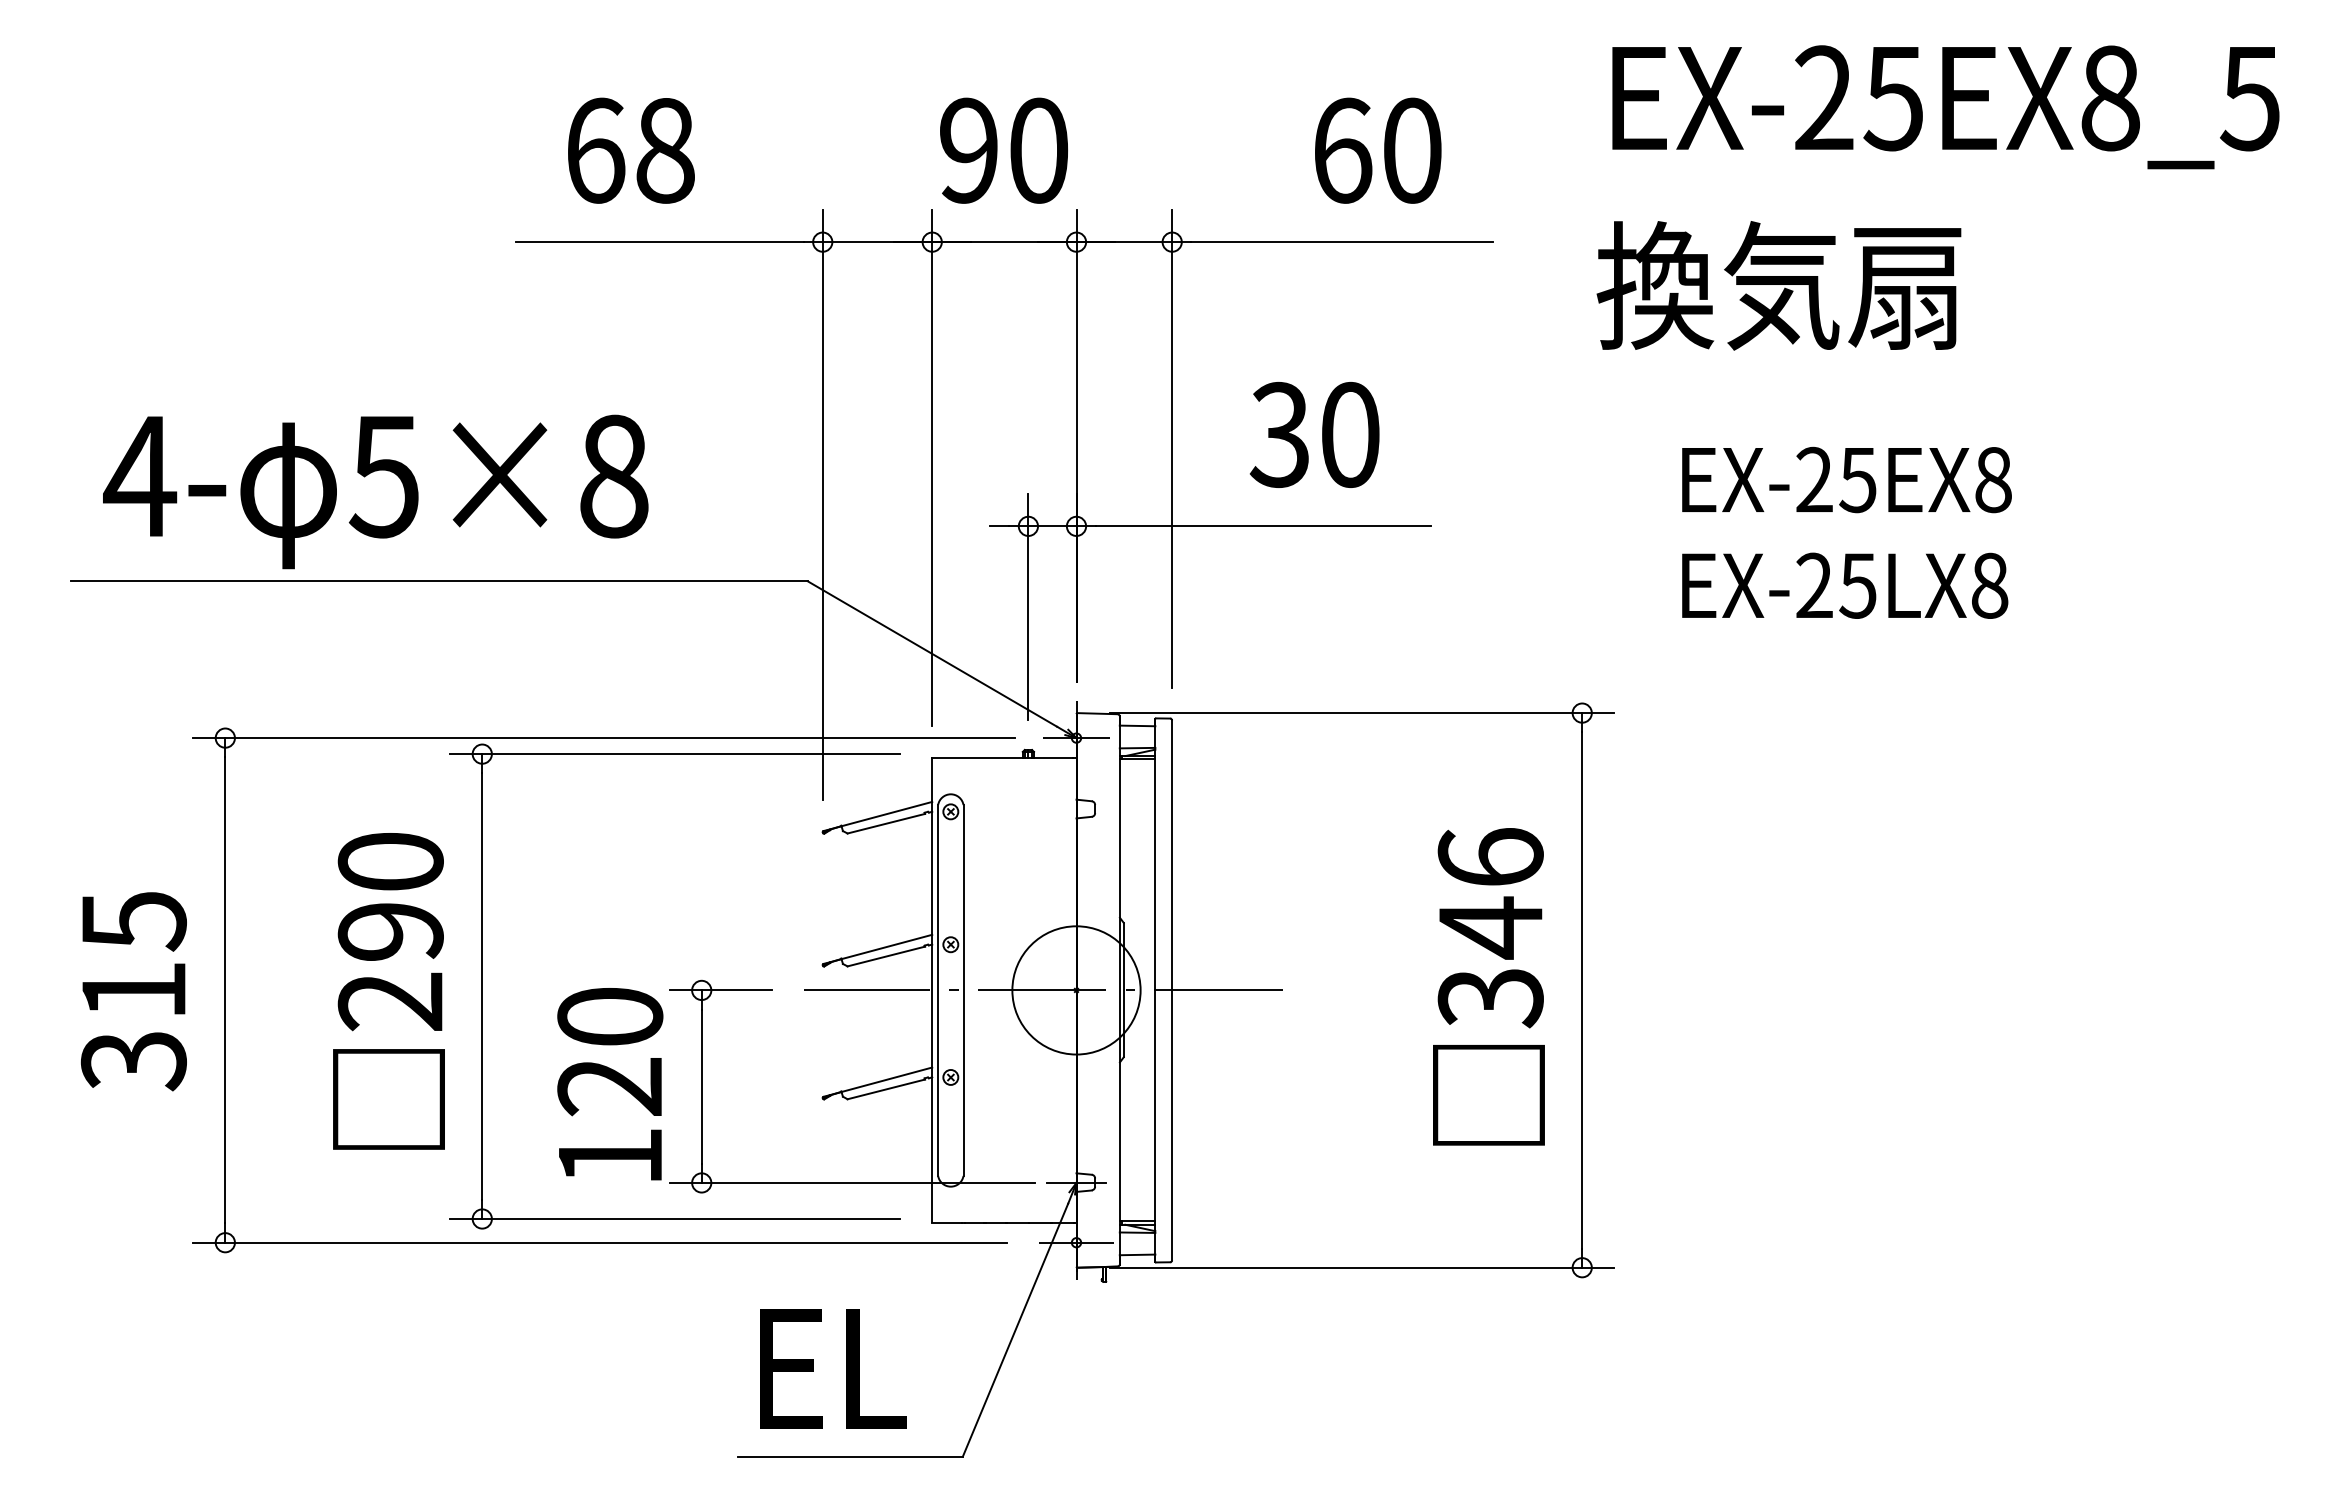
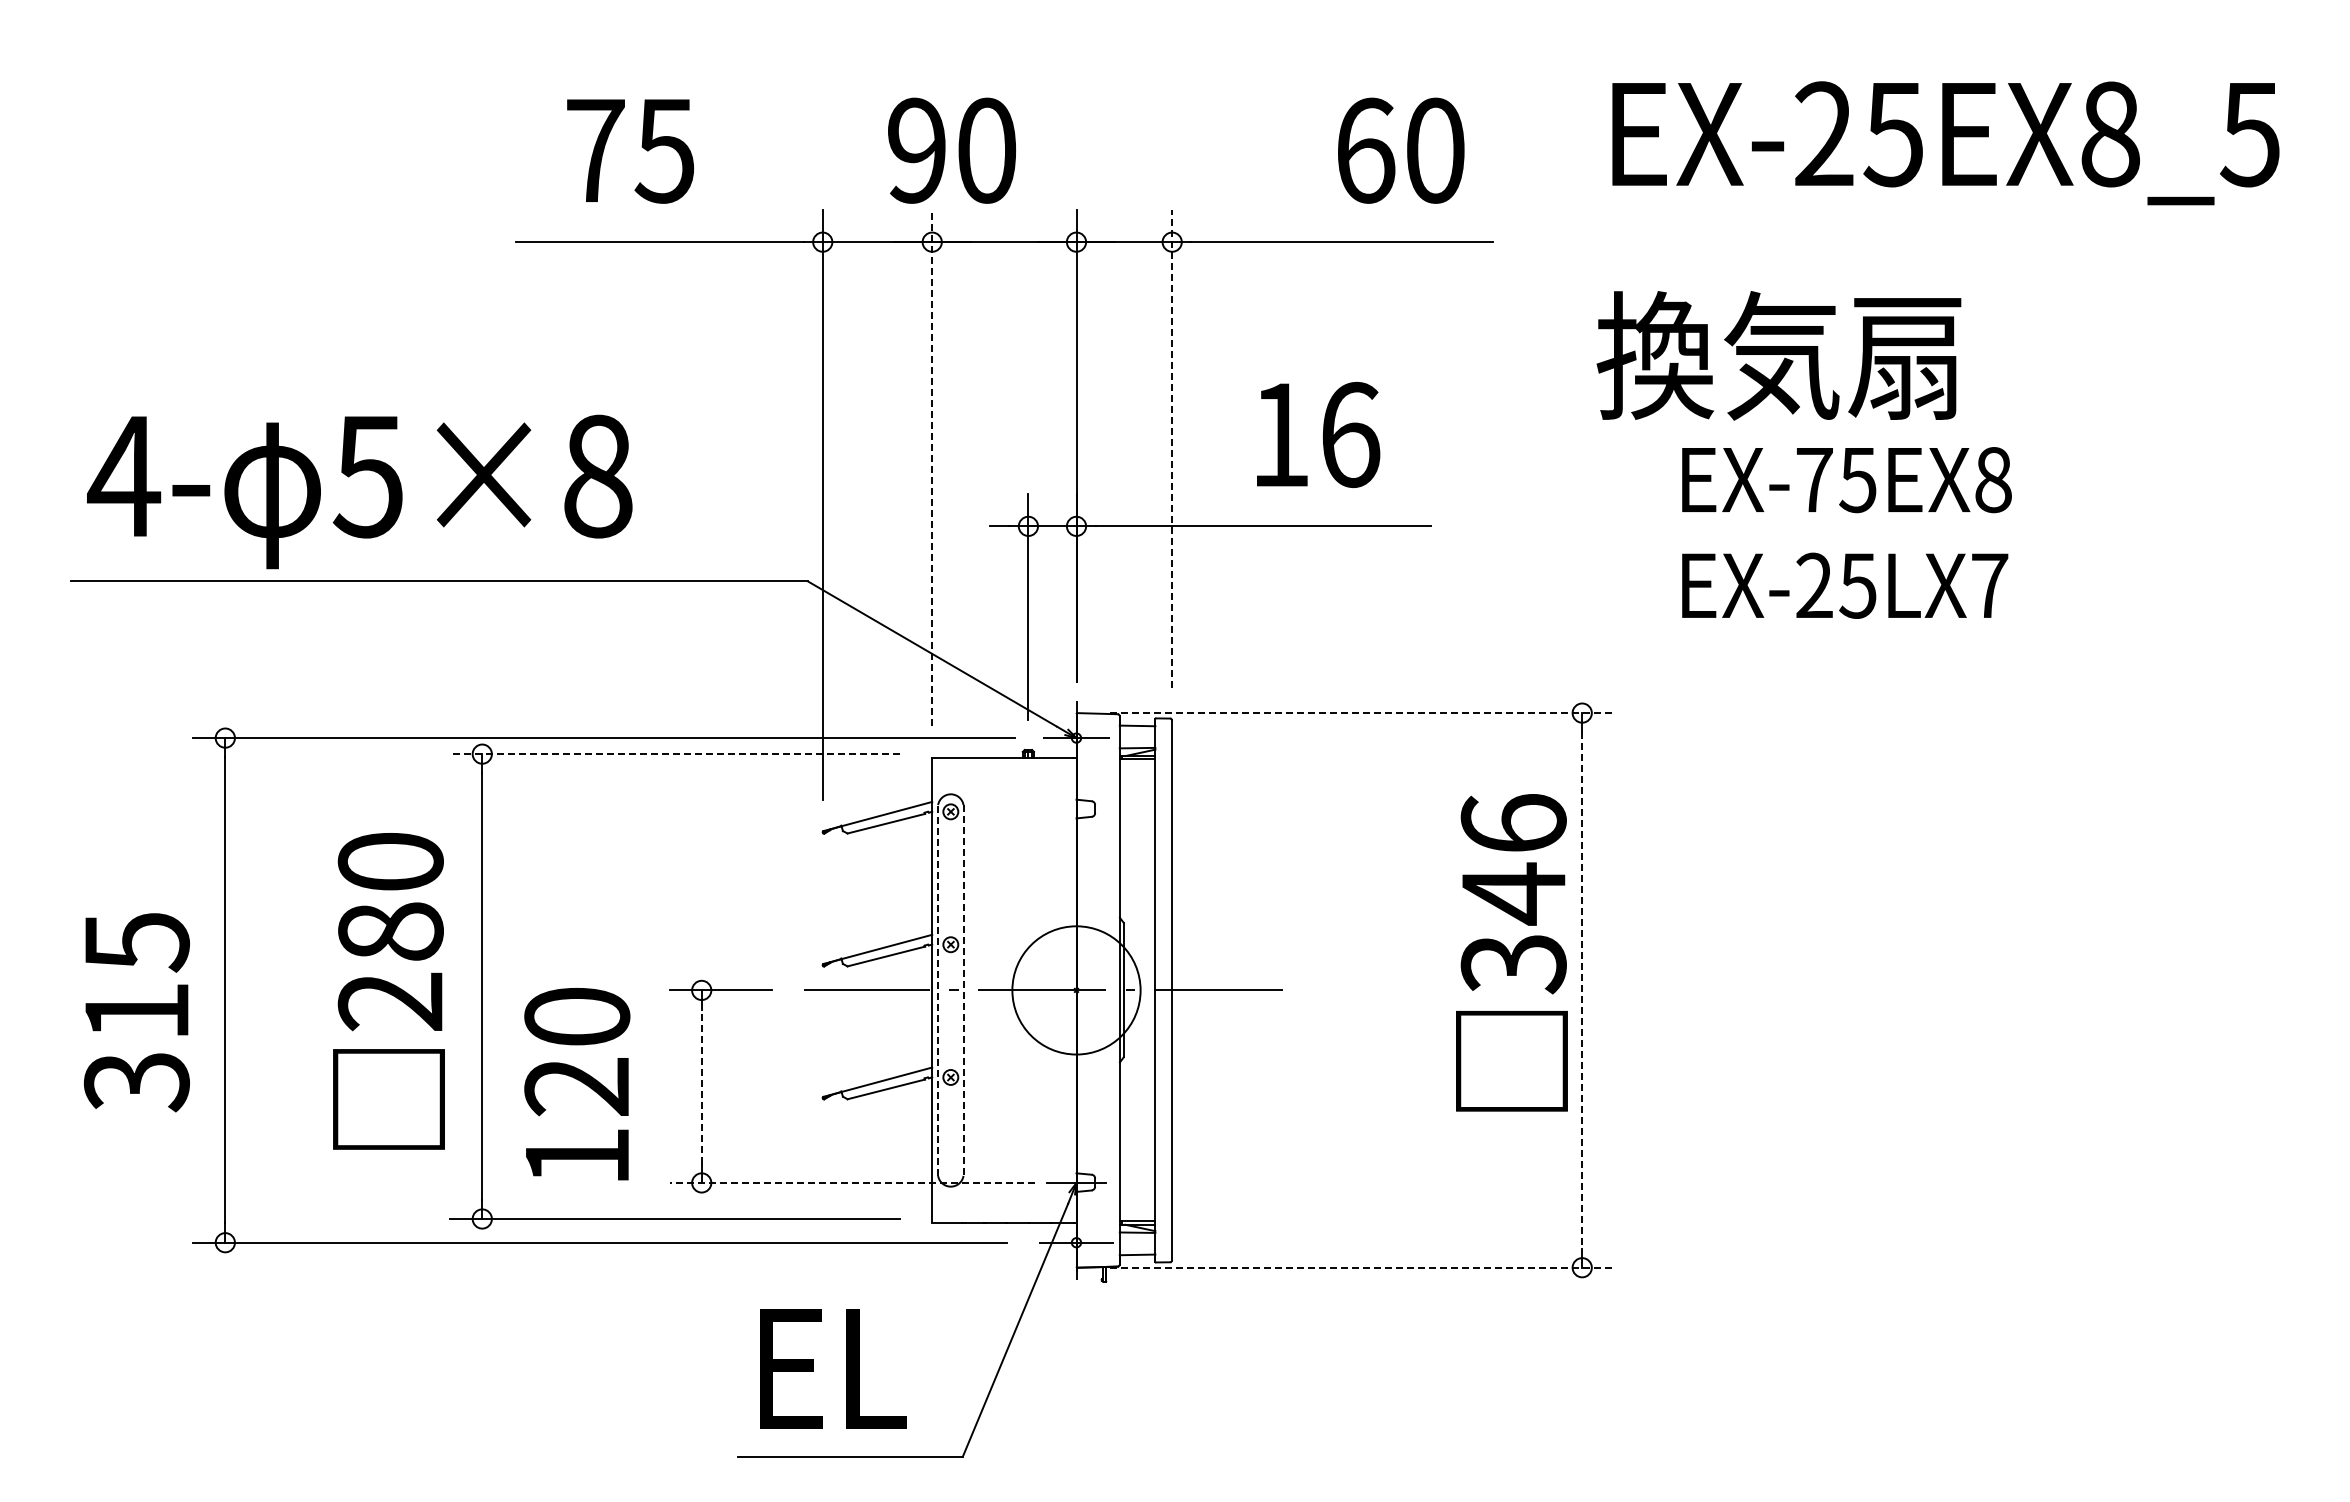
text at (1945, 107) position: (1945, 107) -> (1945, 143)
text at (630, 150): 68 -> 75
text at (1003, 150) position: (1003, 150) -> (951, 150)
text at (1378, 150) position: (1378, 150) -> (1401, 150)
text at (1778, 285) position: (1778, 285) -> (1778, 355)
text at (1314, 434): 30 -> 16
line at (1172, 448): solid -> dashed
line at (932, 468): solid -> dashed
text at (1814, 479): EX-25EX8 -> EX-75EX8
text at (375, 491) position: (375, 491) -> (359, 491)
text at (1990, 585): EX-25LX8 -> EX-25LX7
line at (1362, 713): solid -> dashed
line at (675, 754): solid -> dashed
text at (390, 931): 290 -> 280
text at (1488, 986) position: (1488, 986) -> (1511, 952)
line at (938, 990): solid -> dashed
line at (1582, 990): solid -> dashed
text at (133, 991) position: (133, 991) -> (136, 1012)
line at (963, 991): solid -> dashed
text at (610, 1084) position: (610, 1084) -> (577, 1084)
line at (701, 1086): solid -> dashed
line at (852, 1182): solid -> dashed
line at (1362, 1267): solid -> dashed
